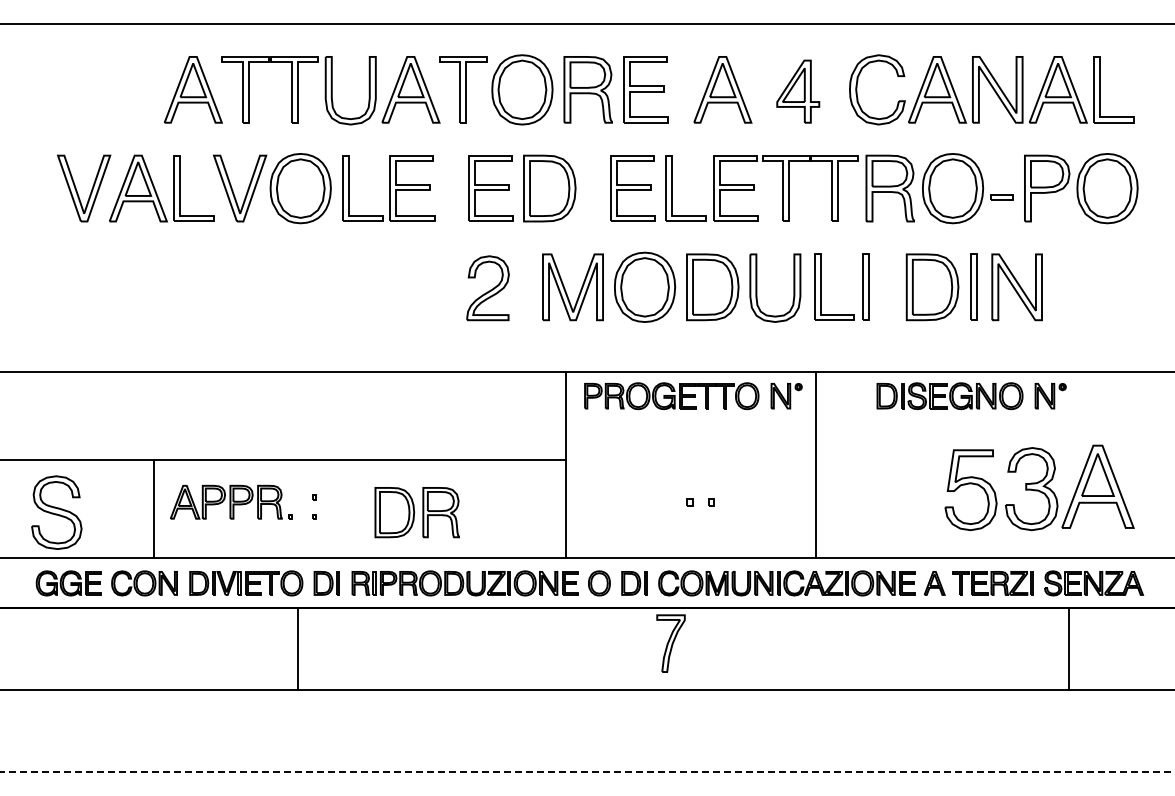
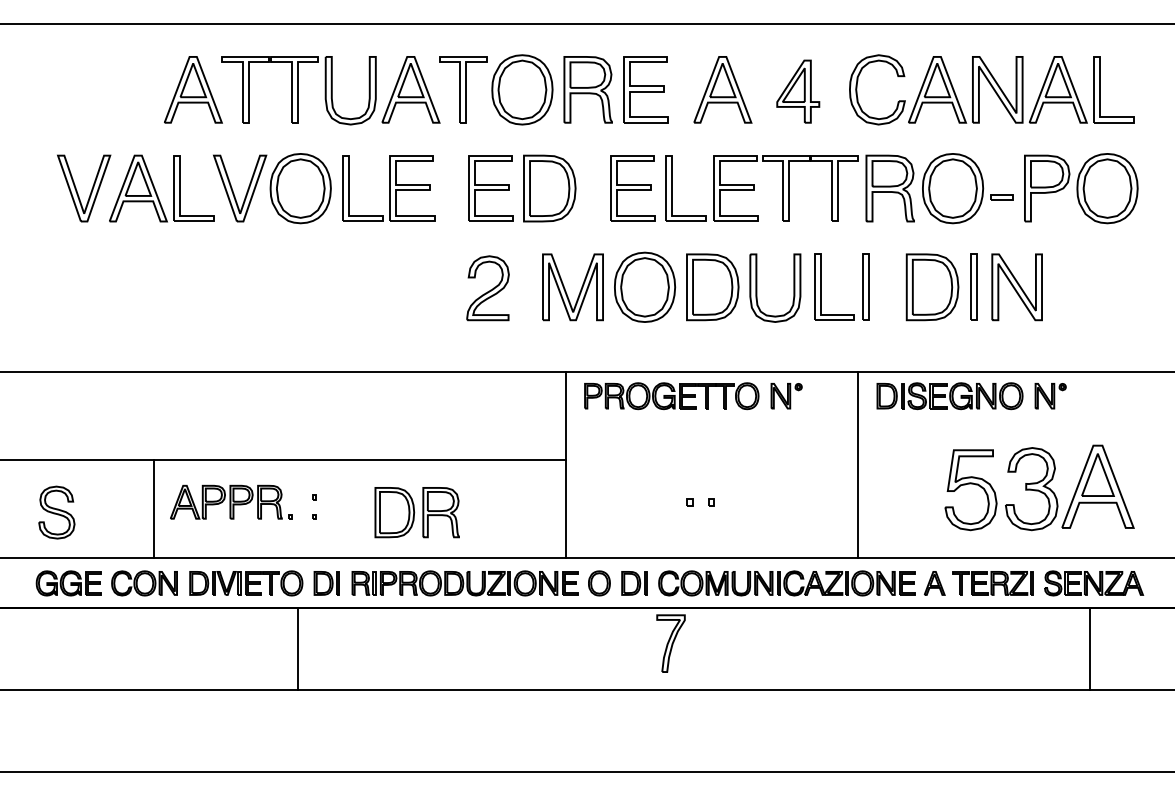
line at (816, 465) position: (816, 465) -> (858, 465)
part at (56, 512) size: 52x75 px -> 38x55 px
line at (1069, 648) position: (1069, 648) -> (1090, 648)
line at (588, 772): dashed -> solid
